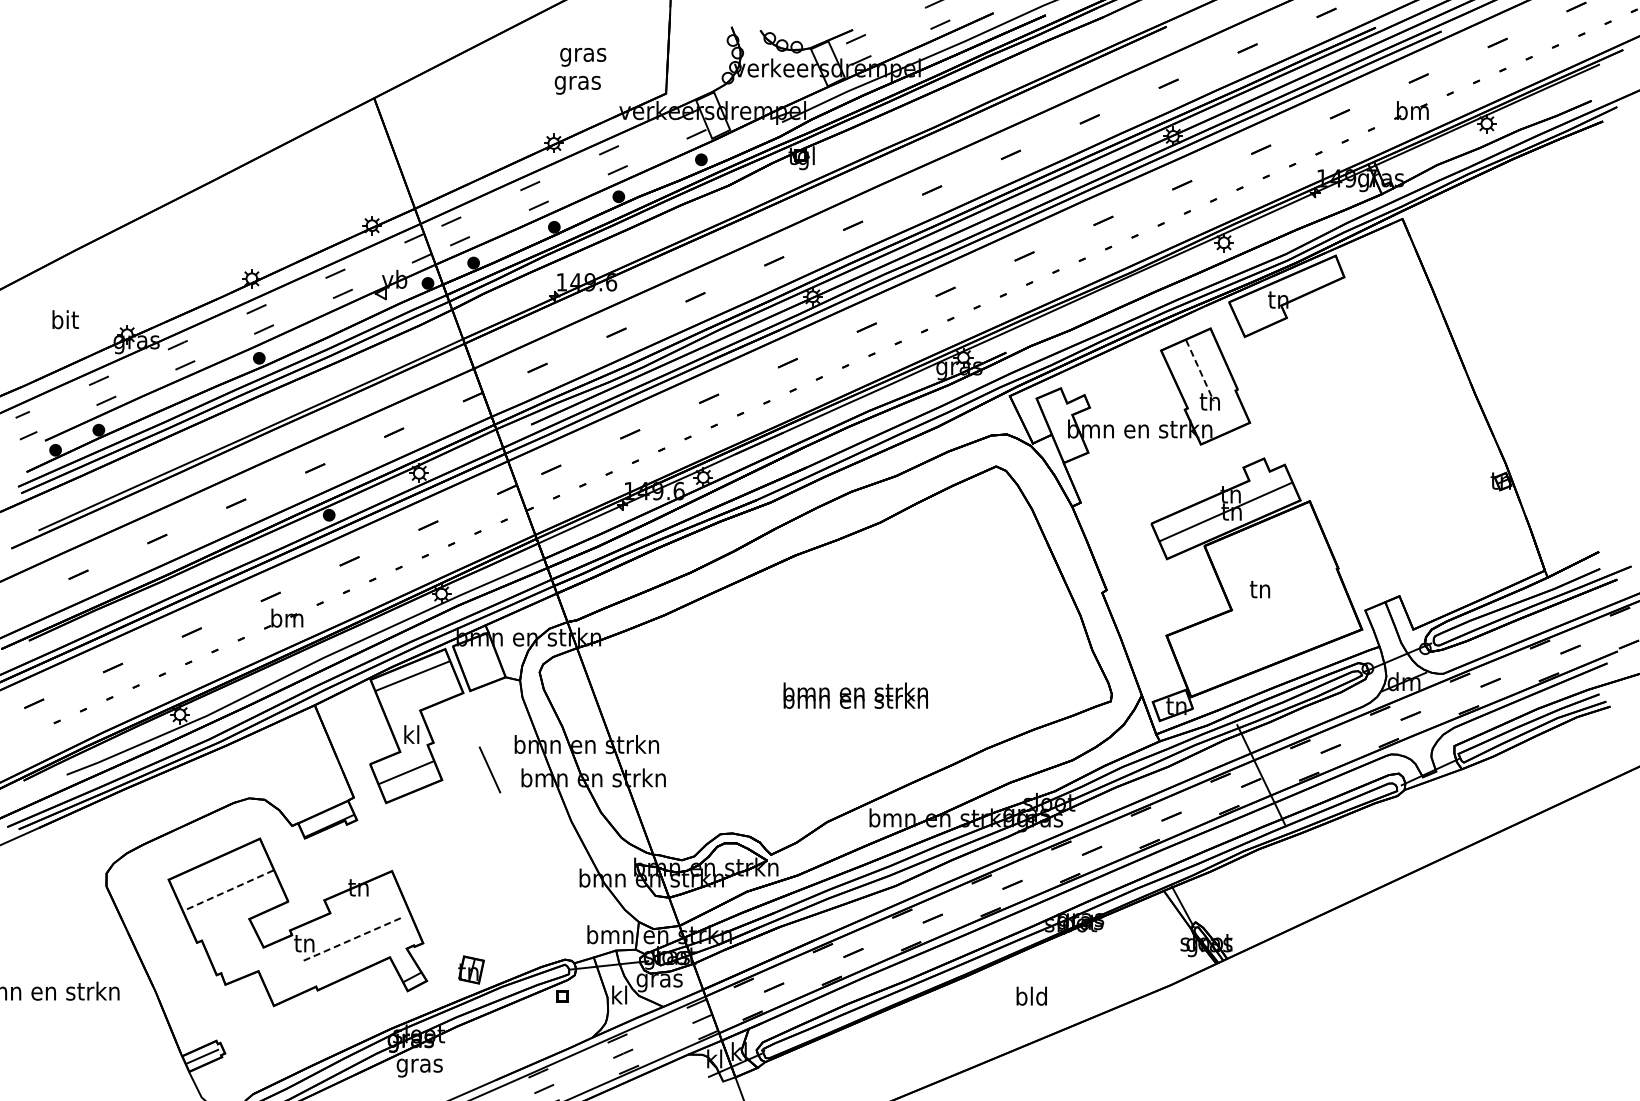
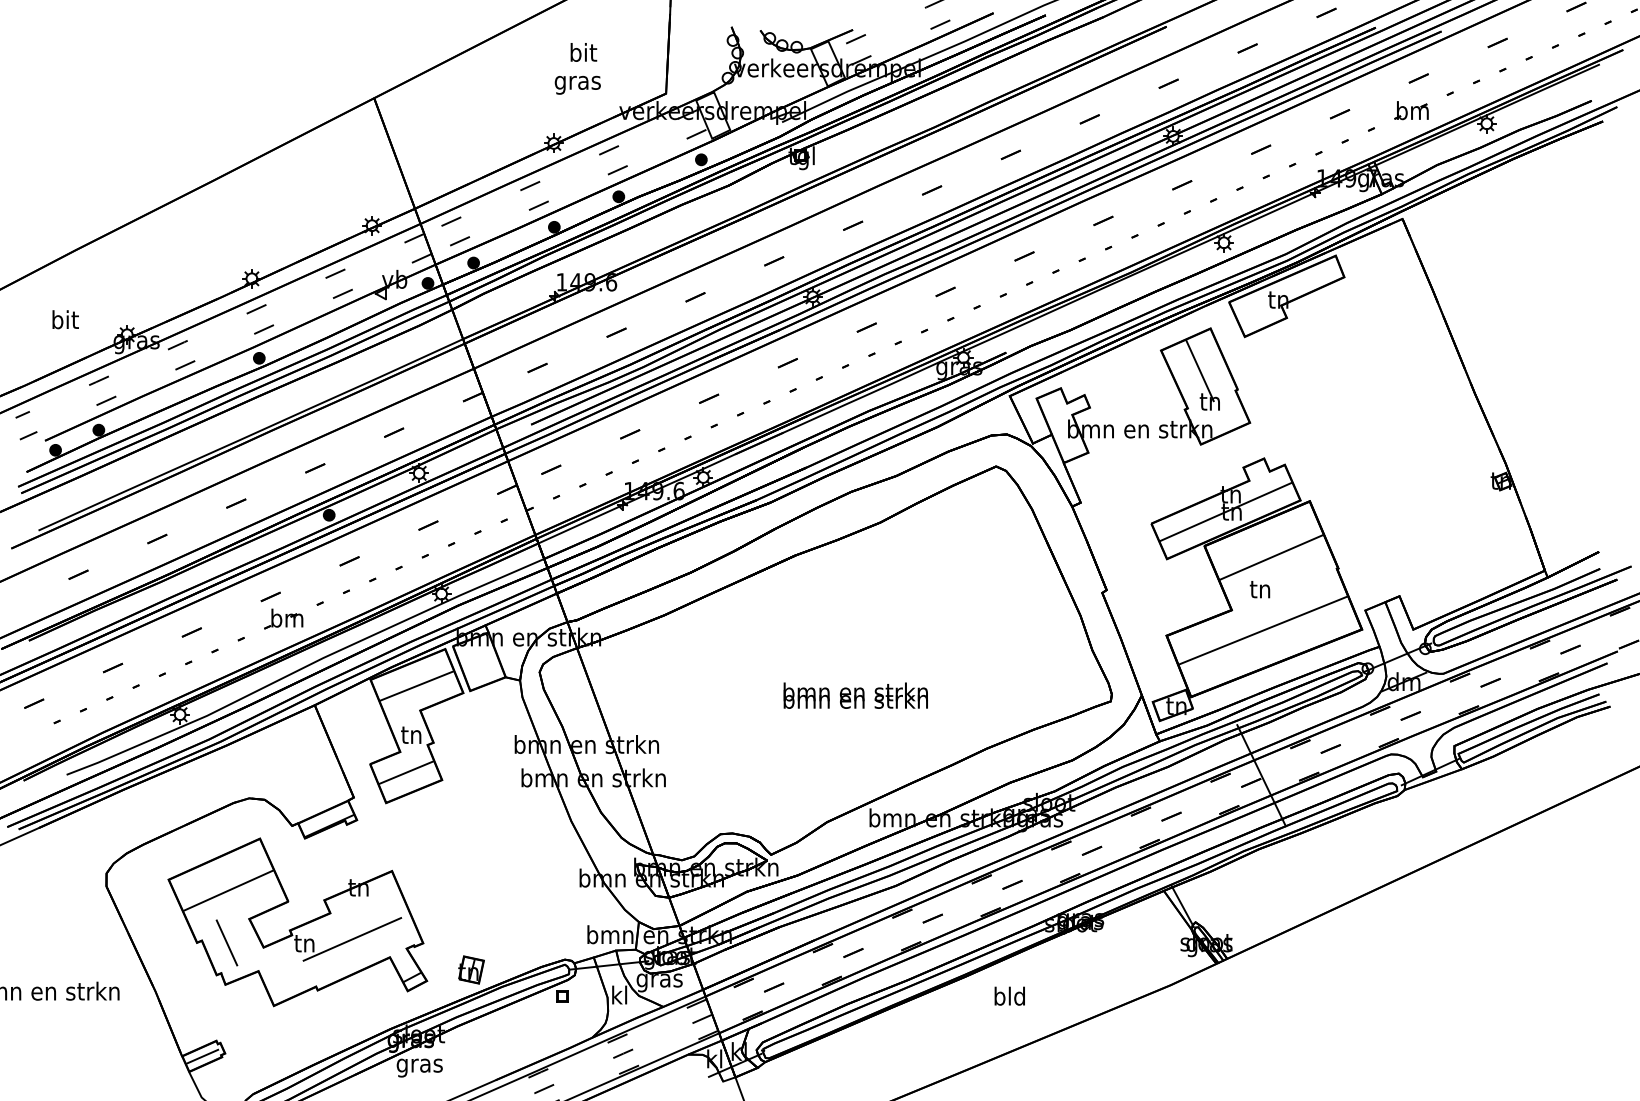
text at (583, 54): gras -> bit
line at (1200, 371): dashed -> solid
line at (1271, 556): none -> present
line at (1262, 630): none -> present
line at (412, 675) position: (412, 675) -> (416, 685)
text at (411, 734): kl -> tn
line at (489, 769) position: (489, 769) -> (226, 942)
line at (228, 890): dashed -> solid
line at (352, 939): dashed -> solid
text at (1031, 995) position: (1031, 995) -> (1009, 995)
